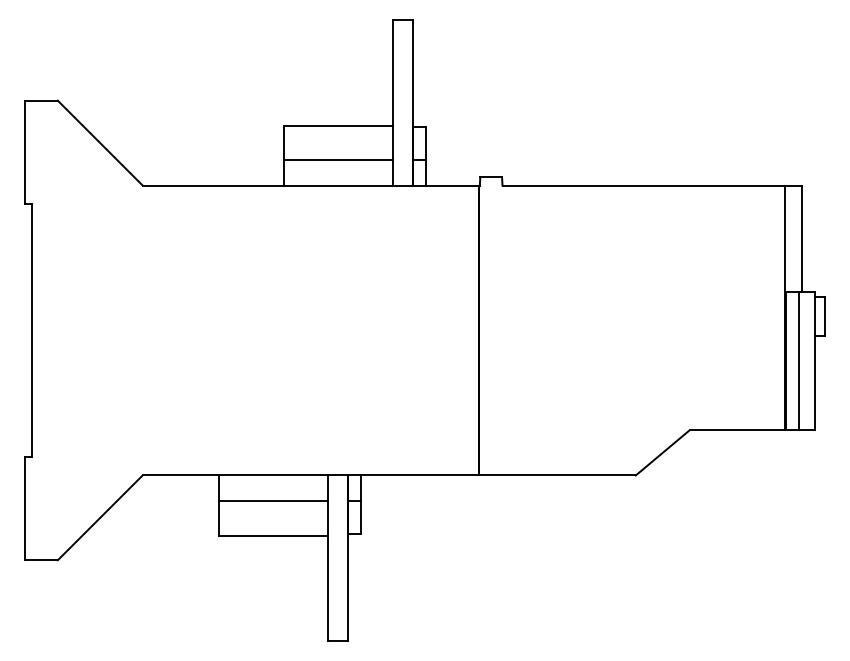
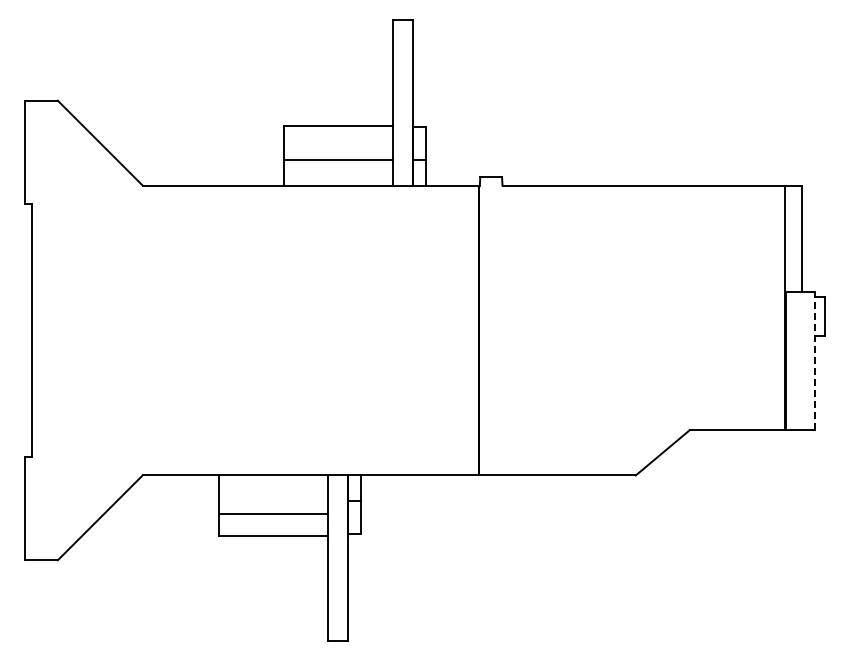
line at (798, 361): present -> none
line at (814, 361): solid -> dashed
line at (273, 501) position: (273, 501) -> (273, 514)
